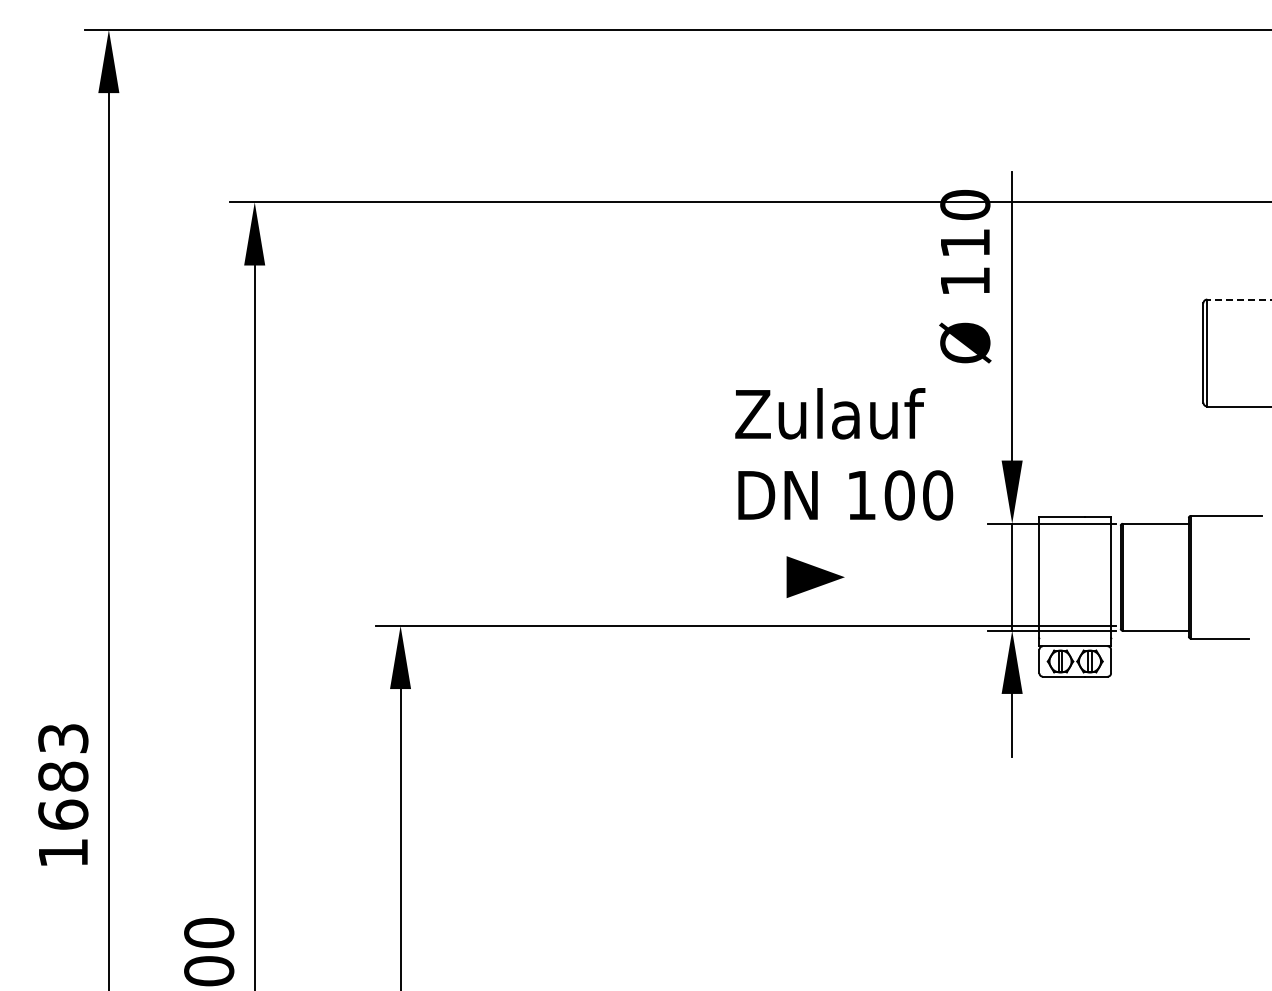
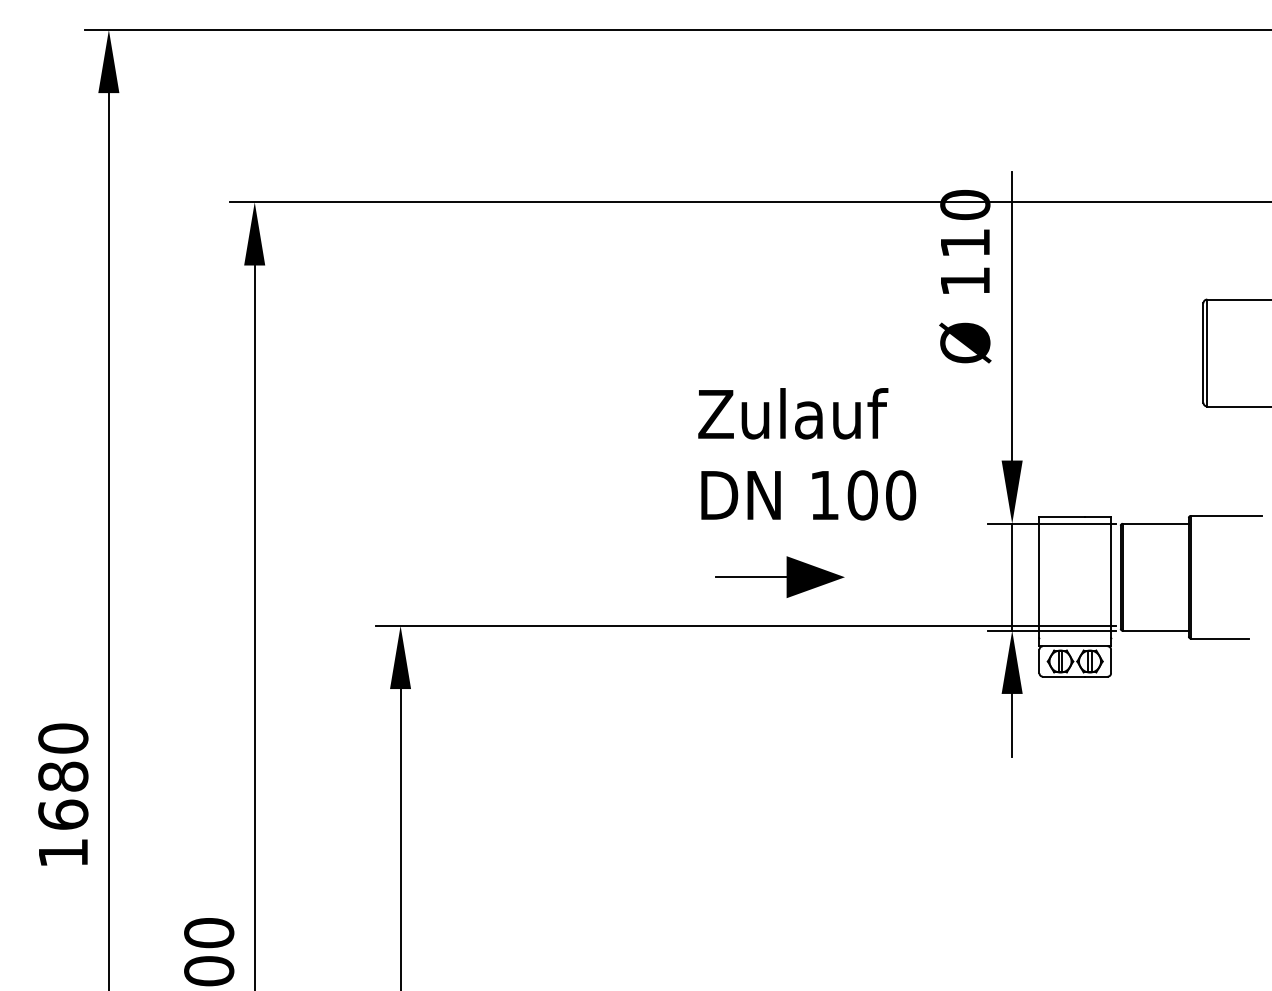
line at (1238, 299): dashed -> solid
text at (844, 454) position: (844, 454) -> (807, 454)
line at (751, 577): none -> present
text at (63, 738): 1683 -> 1680
